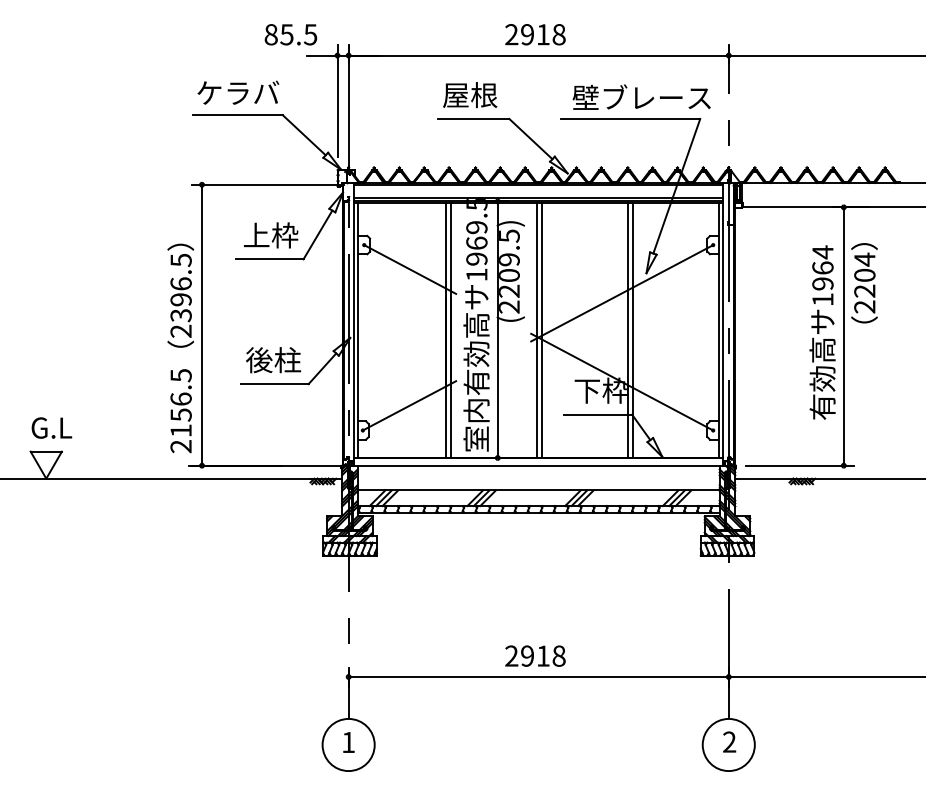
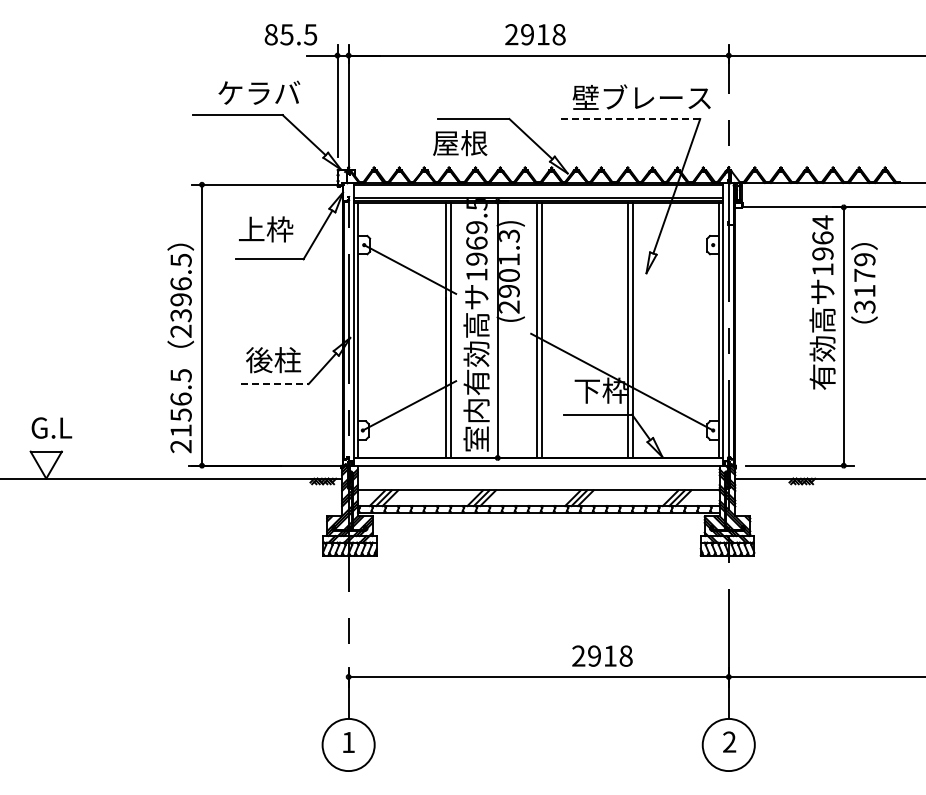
text at (238, 92) position: (238, 92) -> (259, 92)
text at (470, 95) position: (470, 95) -> (460, 143)
line at (630, 119): solid -> dashed
text at (271, 235) position: (271, 235) -> (266, 229)
text at (509, 263): (2209.5) -> (2901.3)
text at (864, 282): 2204 -> 3179
line at (622, 293): present -> none
text at (822, 332) position: (822, 332) -> (822, 302)
line at (274, 384): solid -> dashed
text at (535, 655) position: (535, 655) -> (602, 655)
